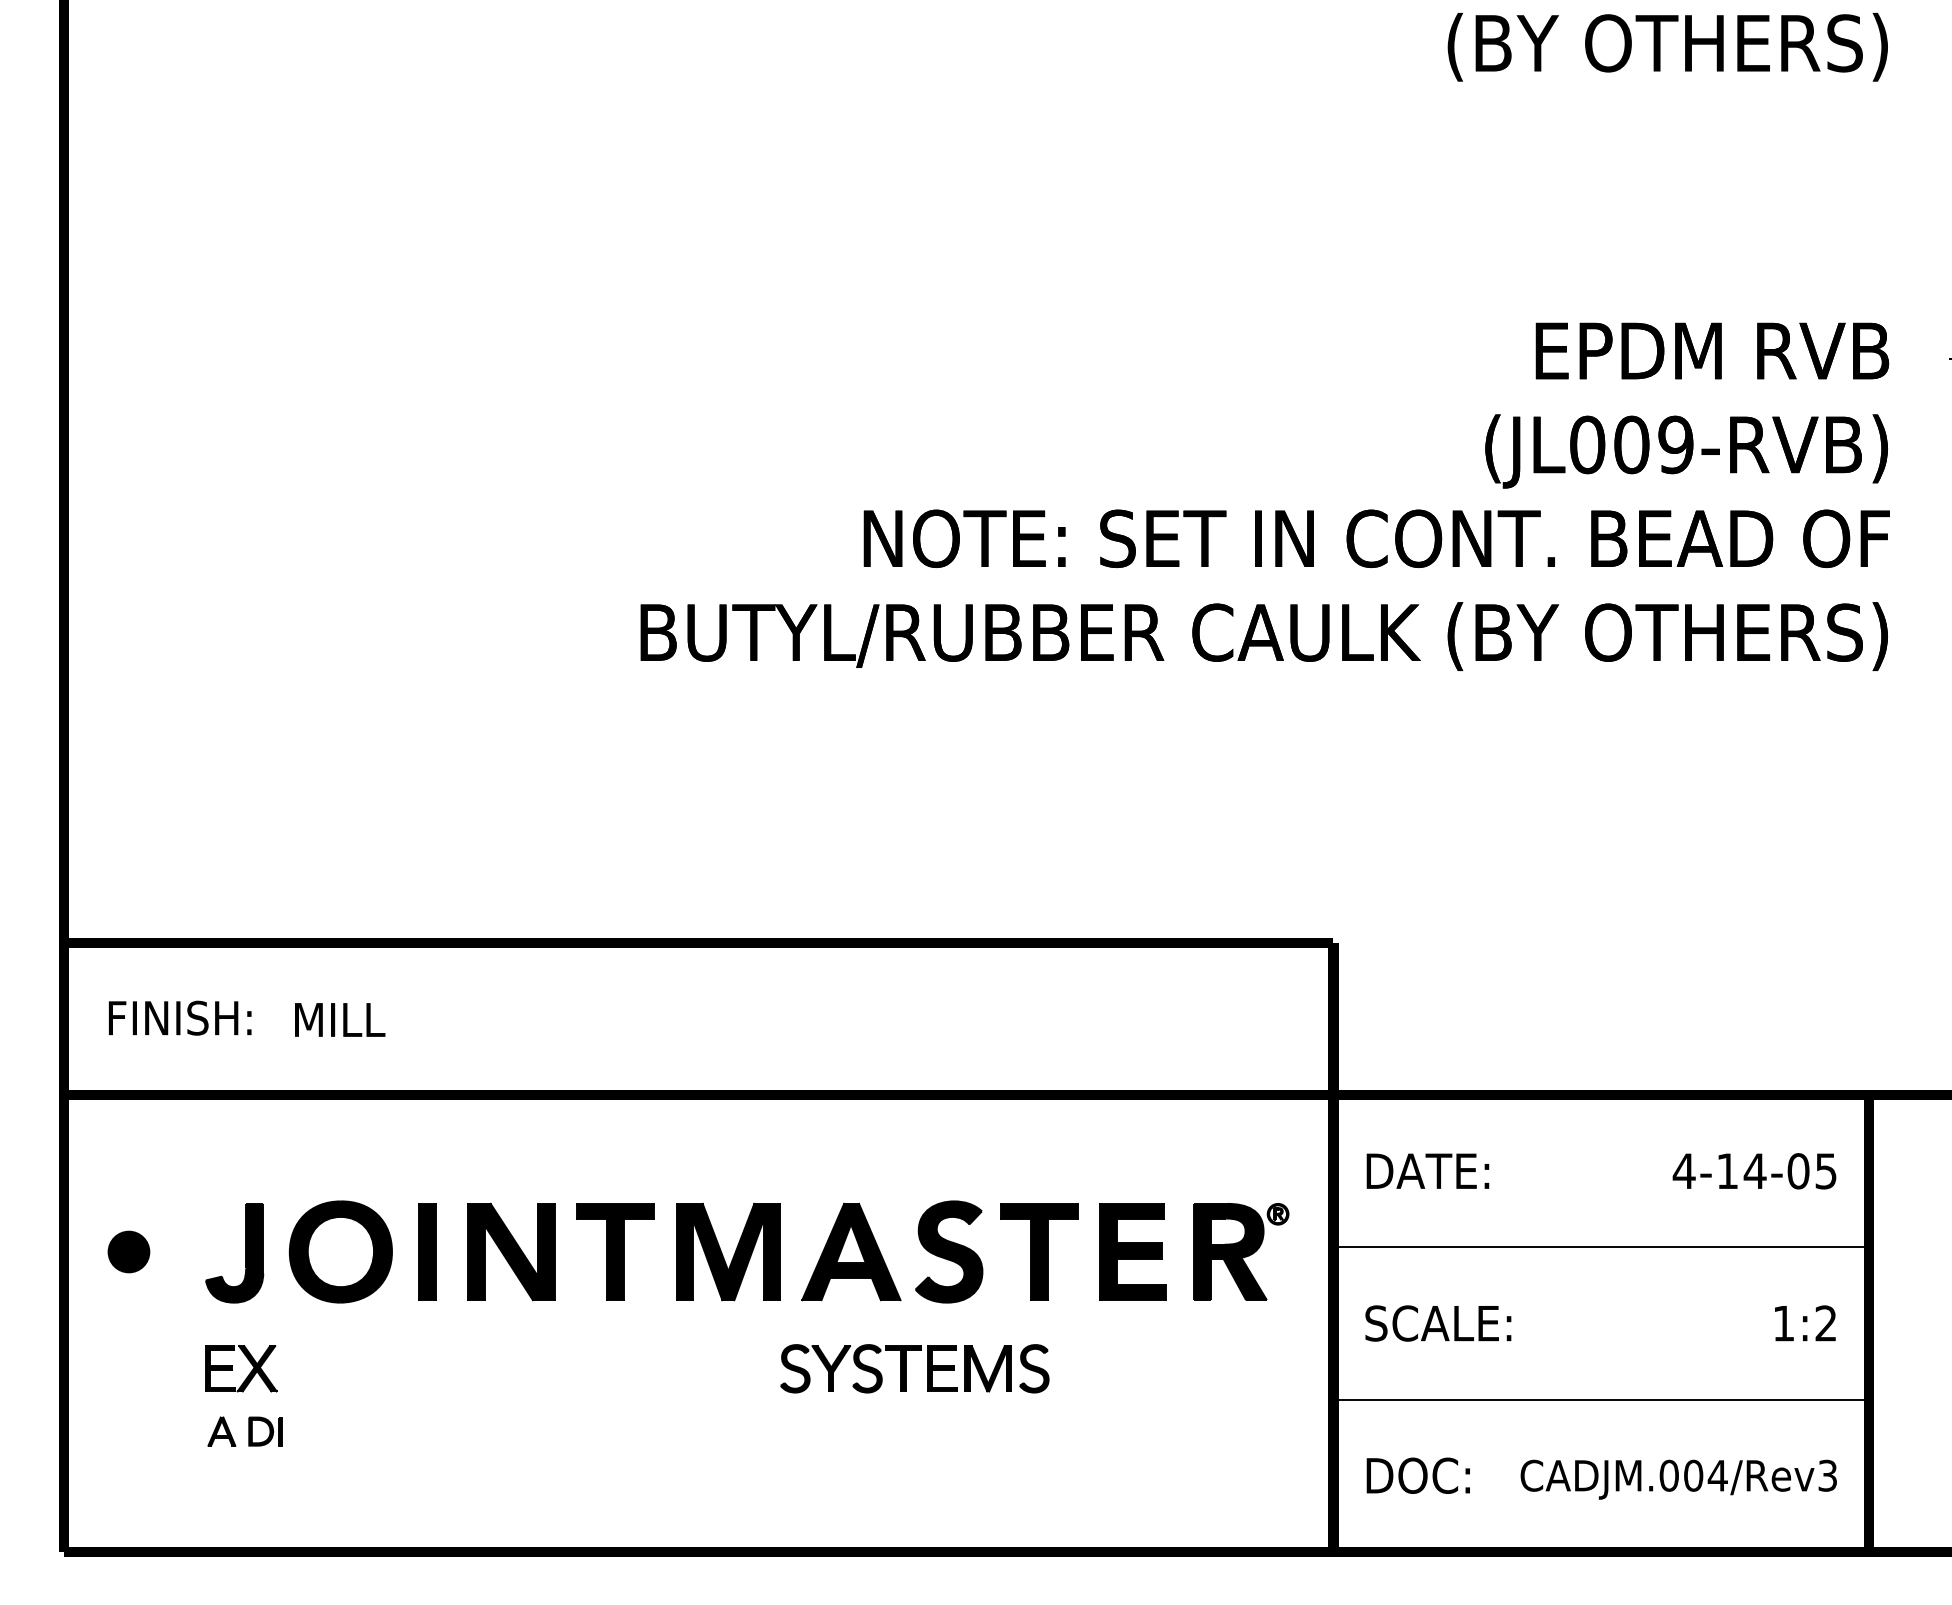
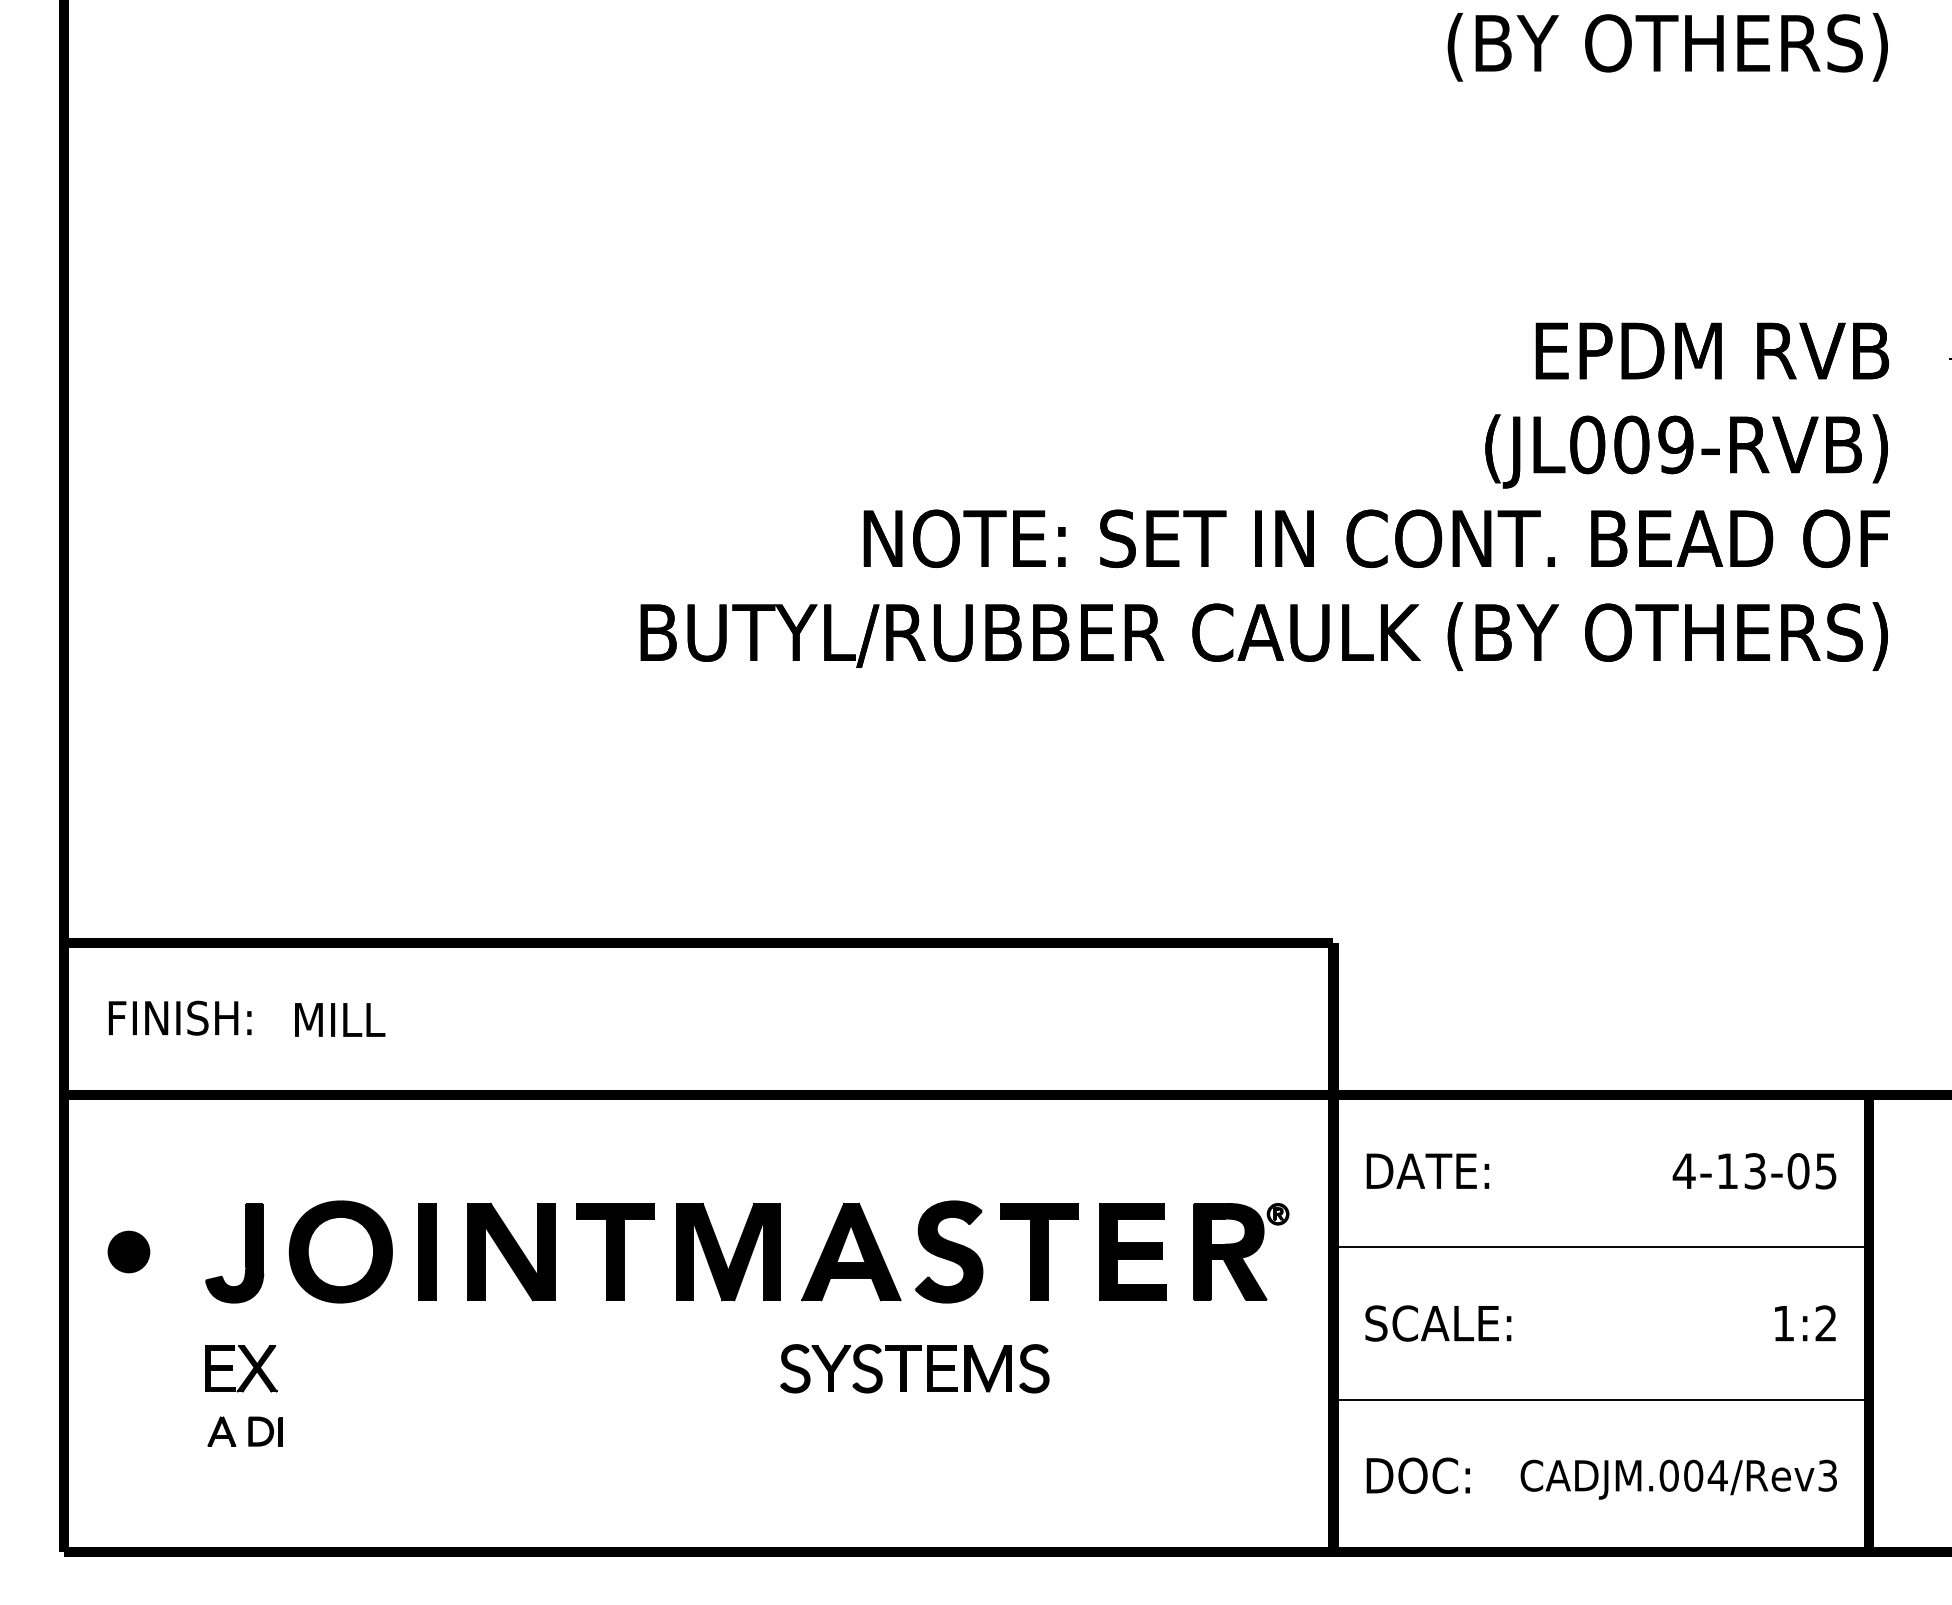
text at (1754, 1171): 4-14-05 -> 4-13-05
